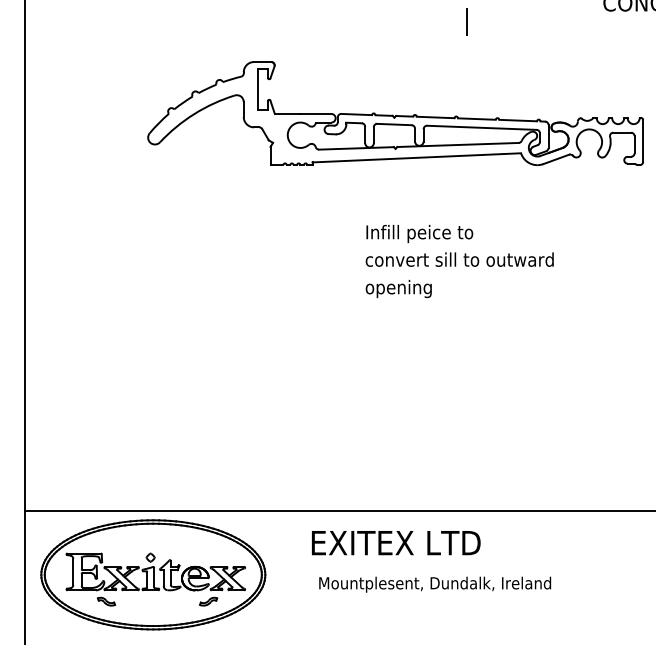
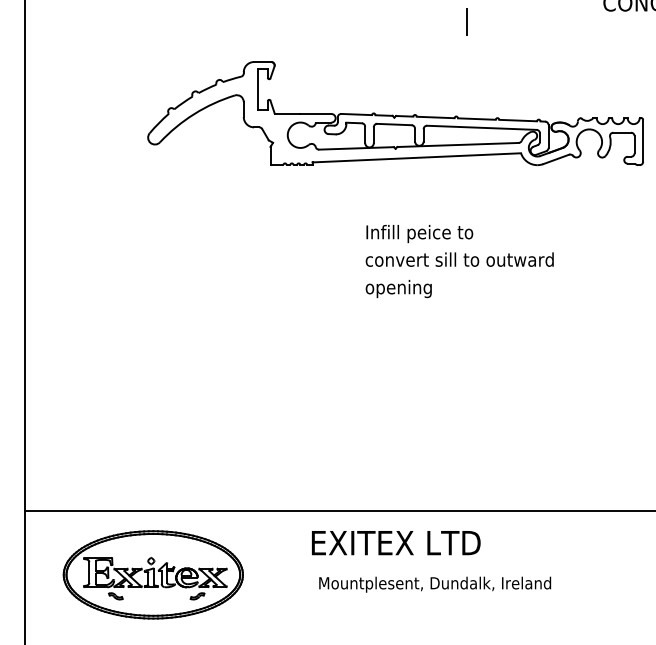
part at (153, 574) size: 227x112 px -> 182x90 px
